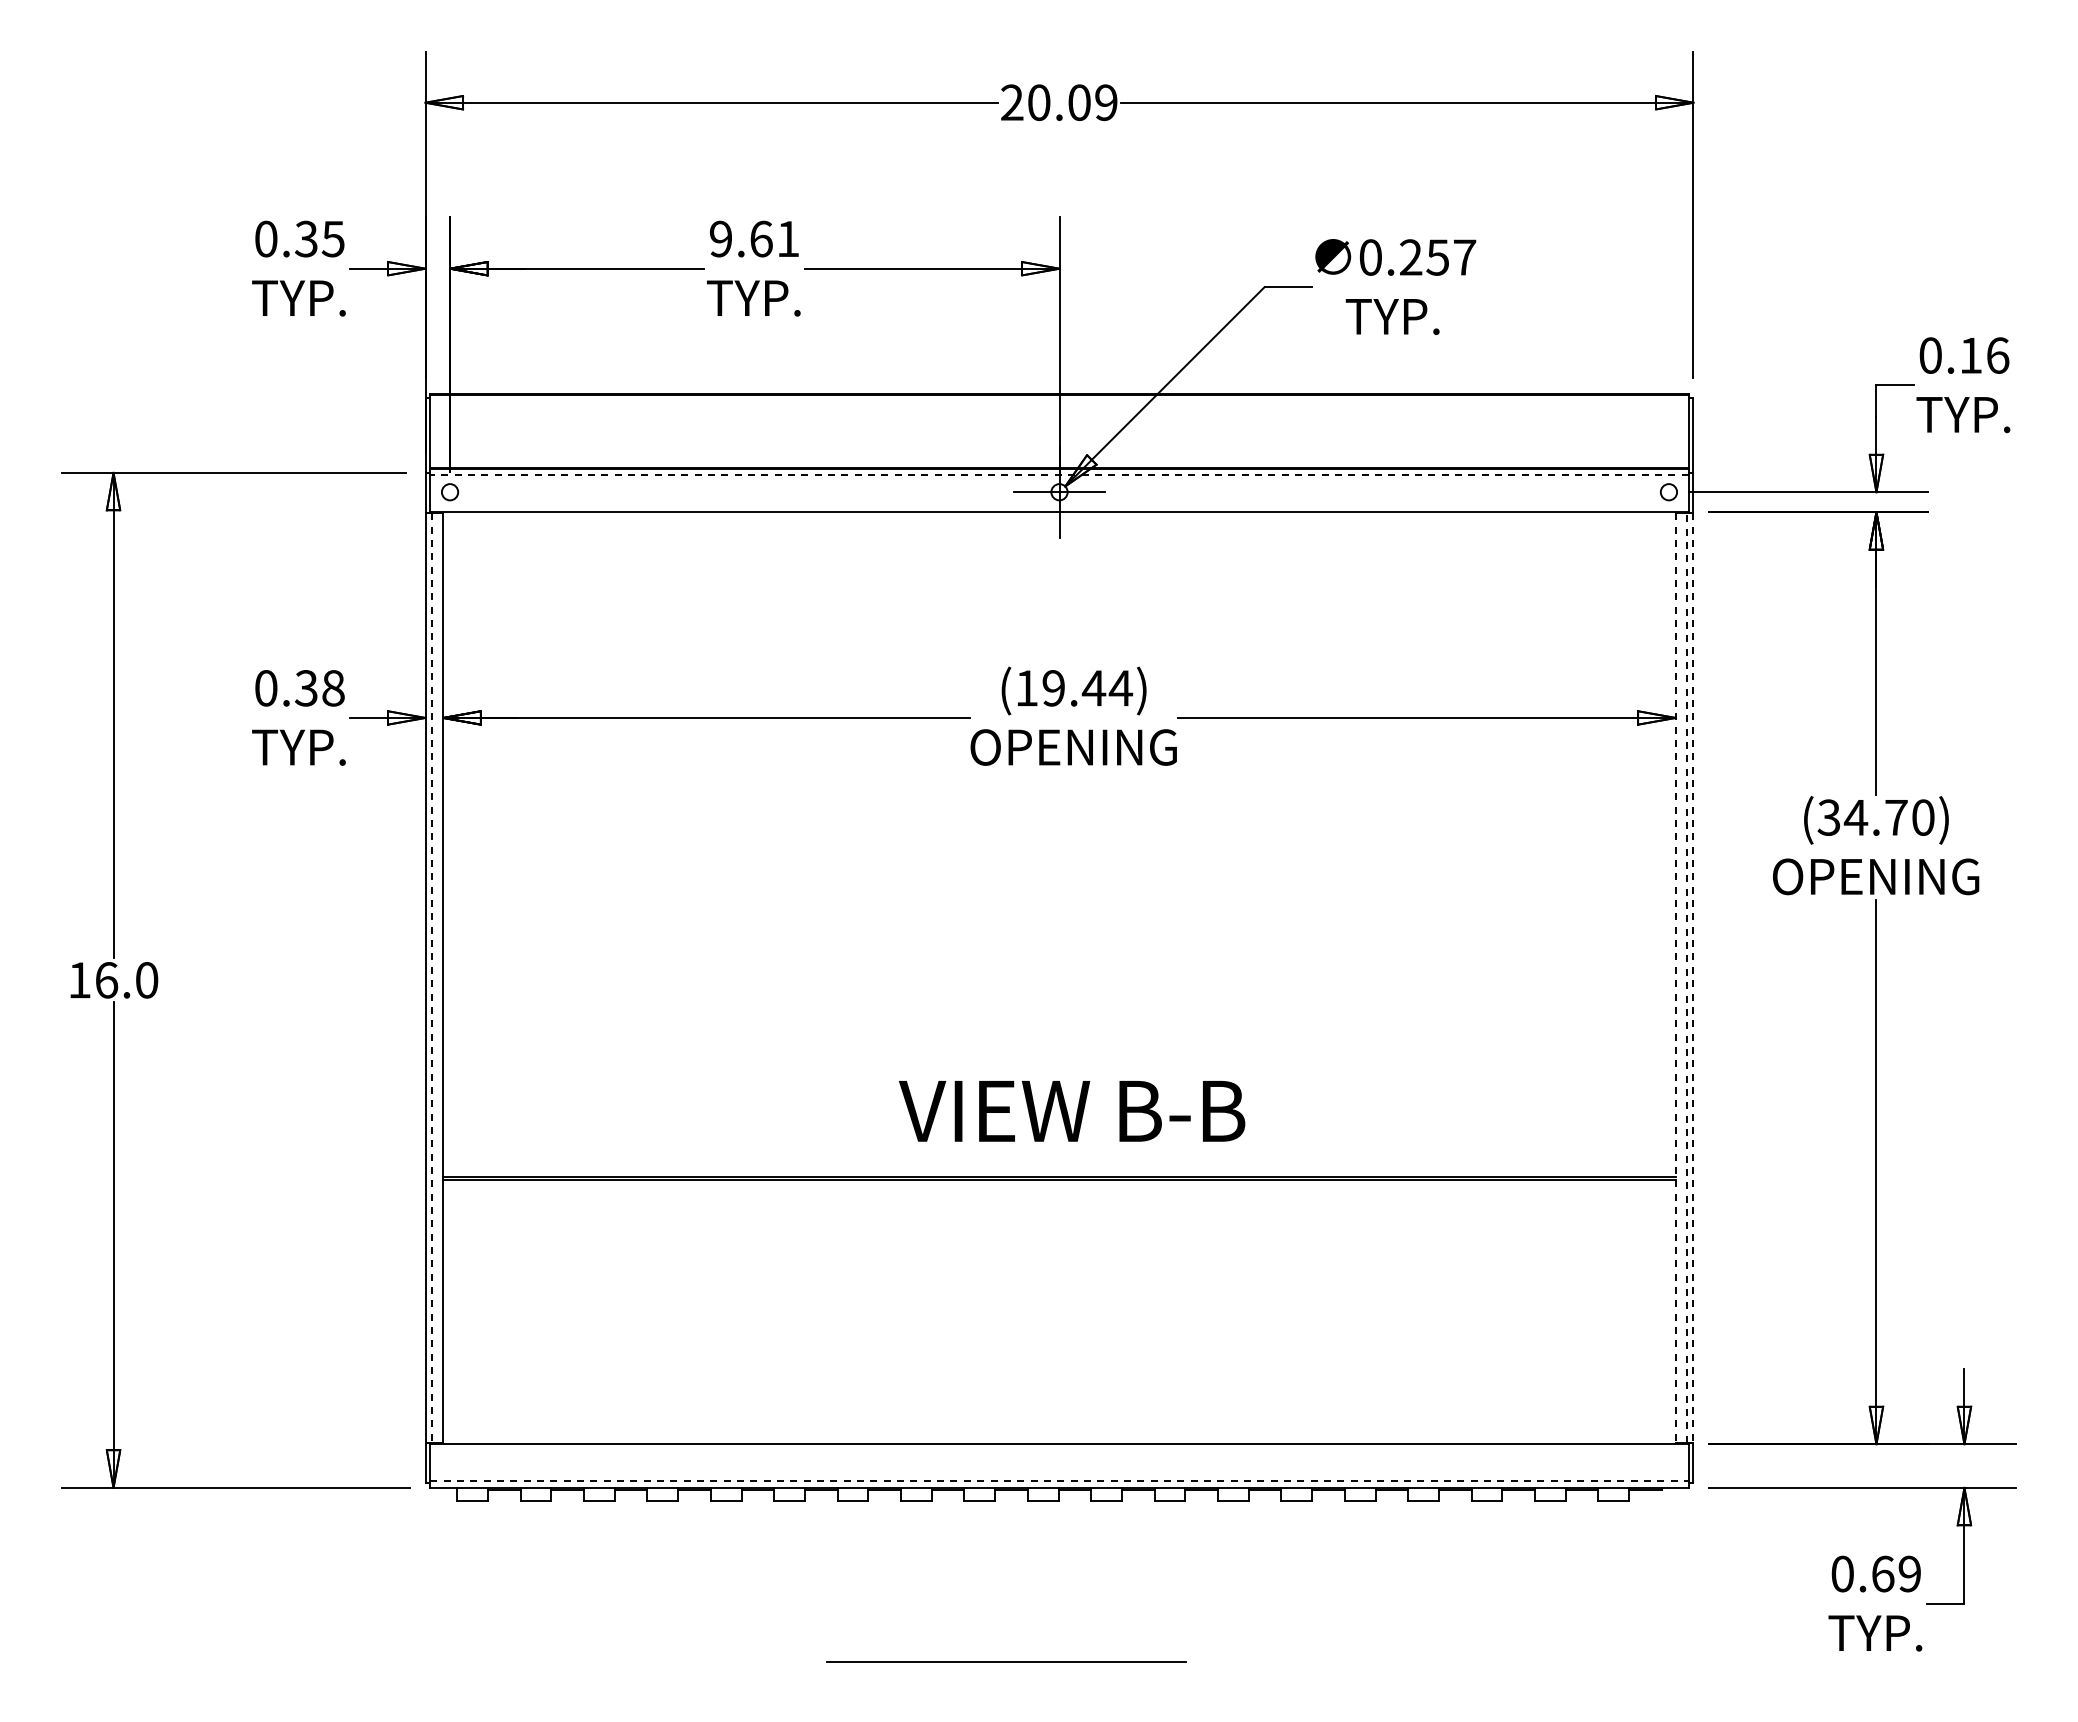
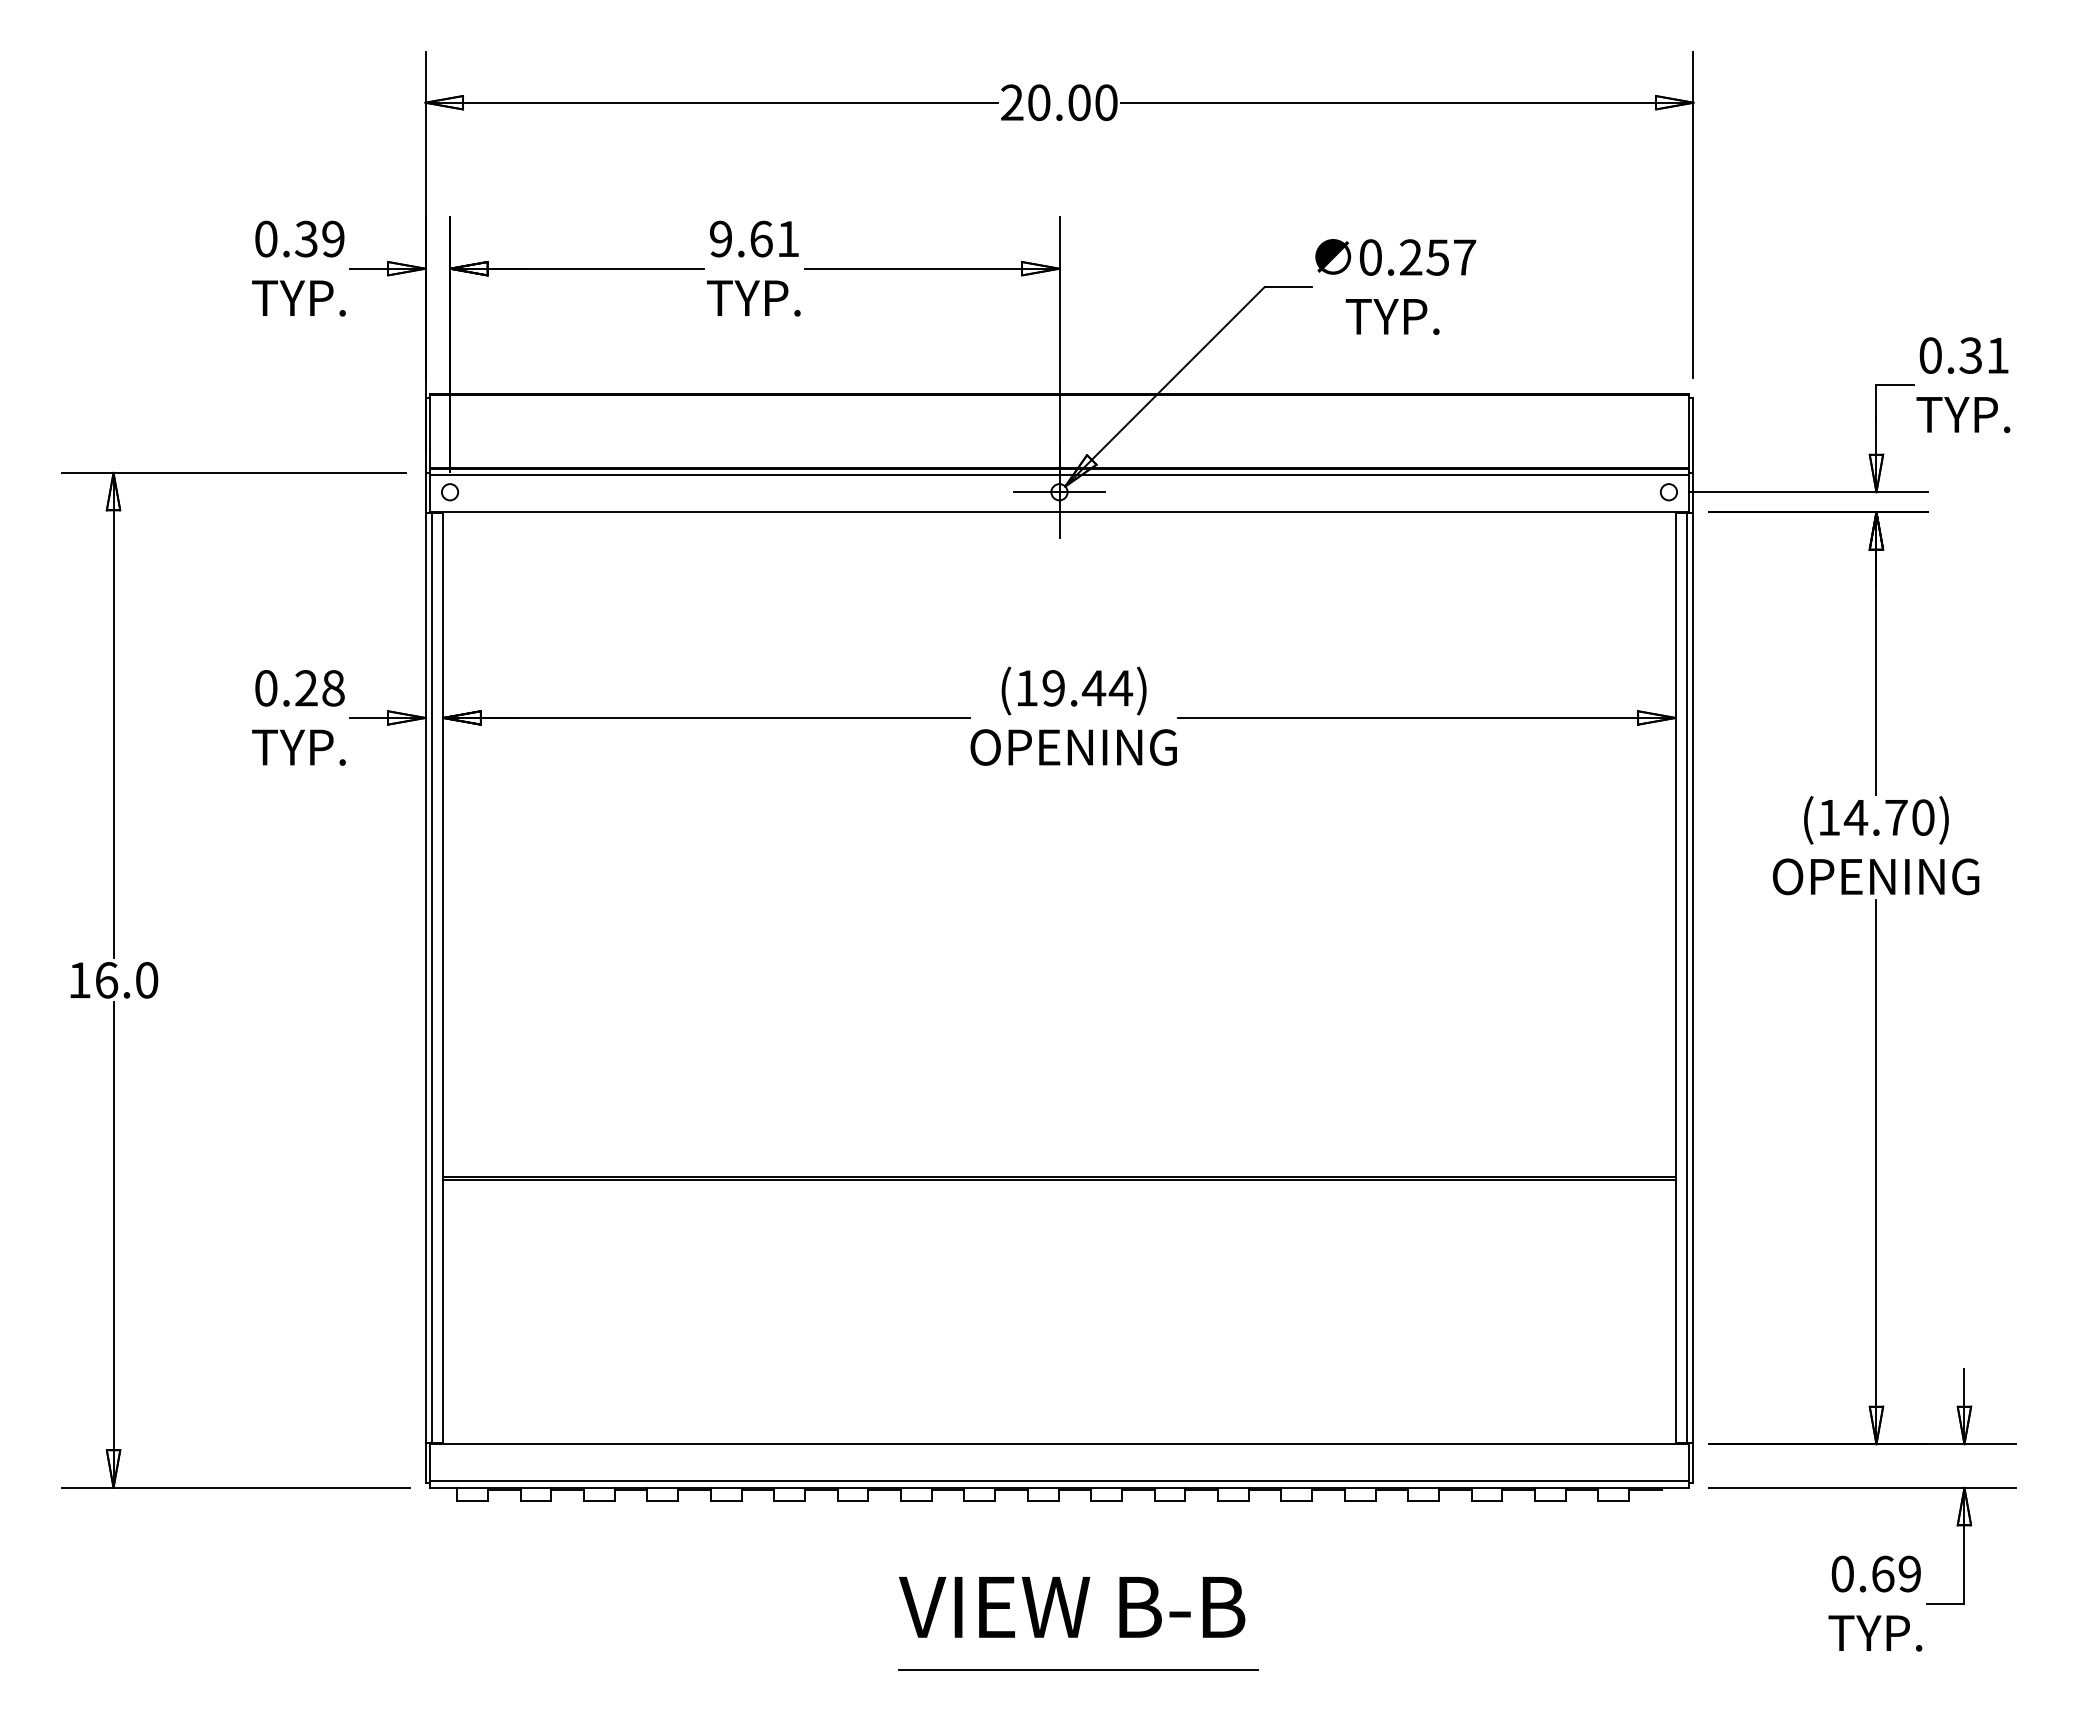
text at (1106, 102): 20.09 -> 20.00
text at (332, 238): 0.35 -> 0.39
text at (1984, 355): 0.16 -> 0.31
line at (1059, 475): dashed -> solid
text at (306, 688): 0.38 -> 0.28
text at (1828, 817): (34.70) -> (14.70)
line at (432, 978): dashed -> solid
line at (1675, 978): dashed -> solid
line at (1686, 978): dashed -> solid
line at (1693, 978): dashed -> solid
text at (1072, 1111) position: (1072, 1111) -> (1072, 1607)
line at (1060, 1481): dashed -> solid
line at (1006, 1661) position: (1006, 1661) -> (1078, 1669)
